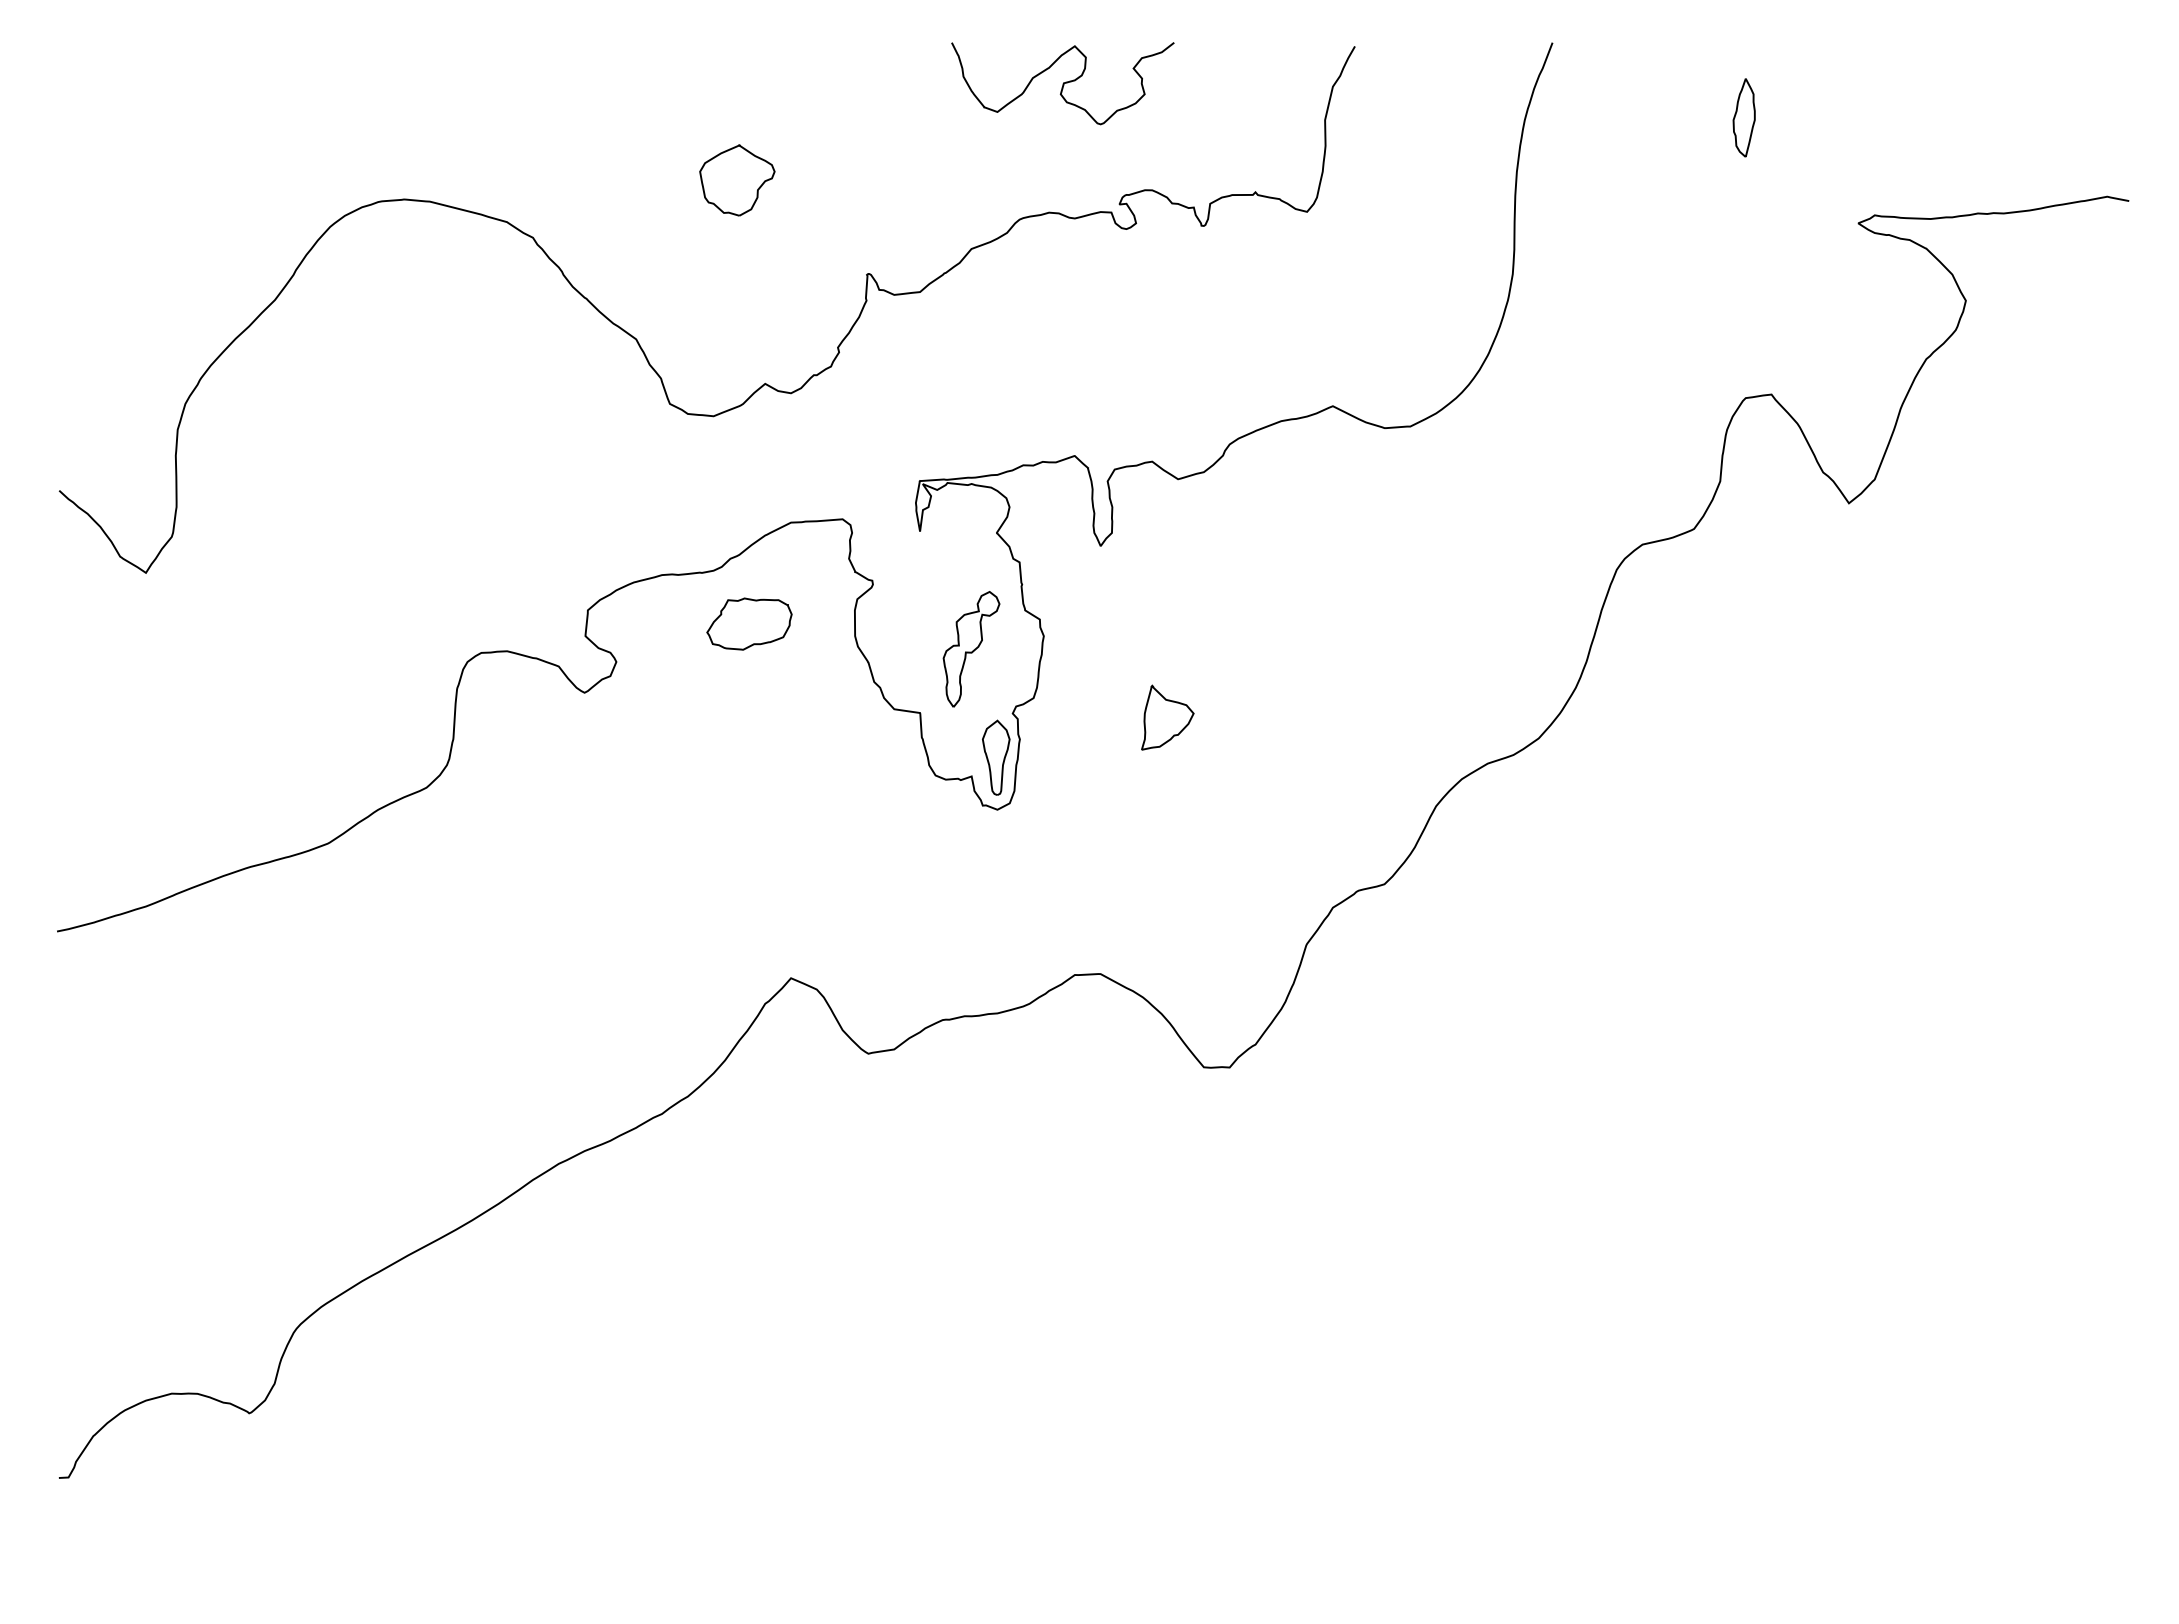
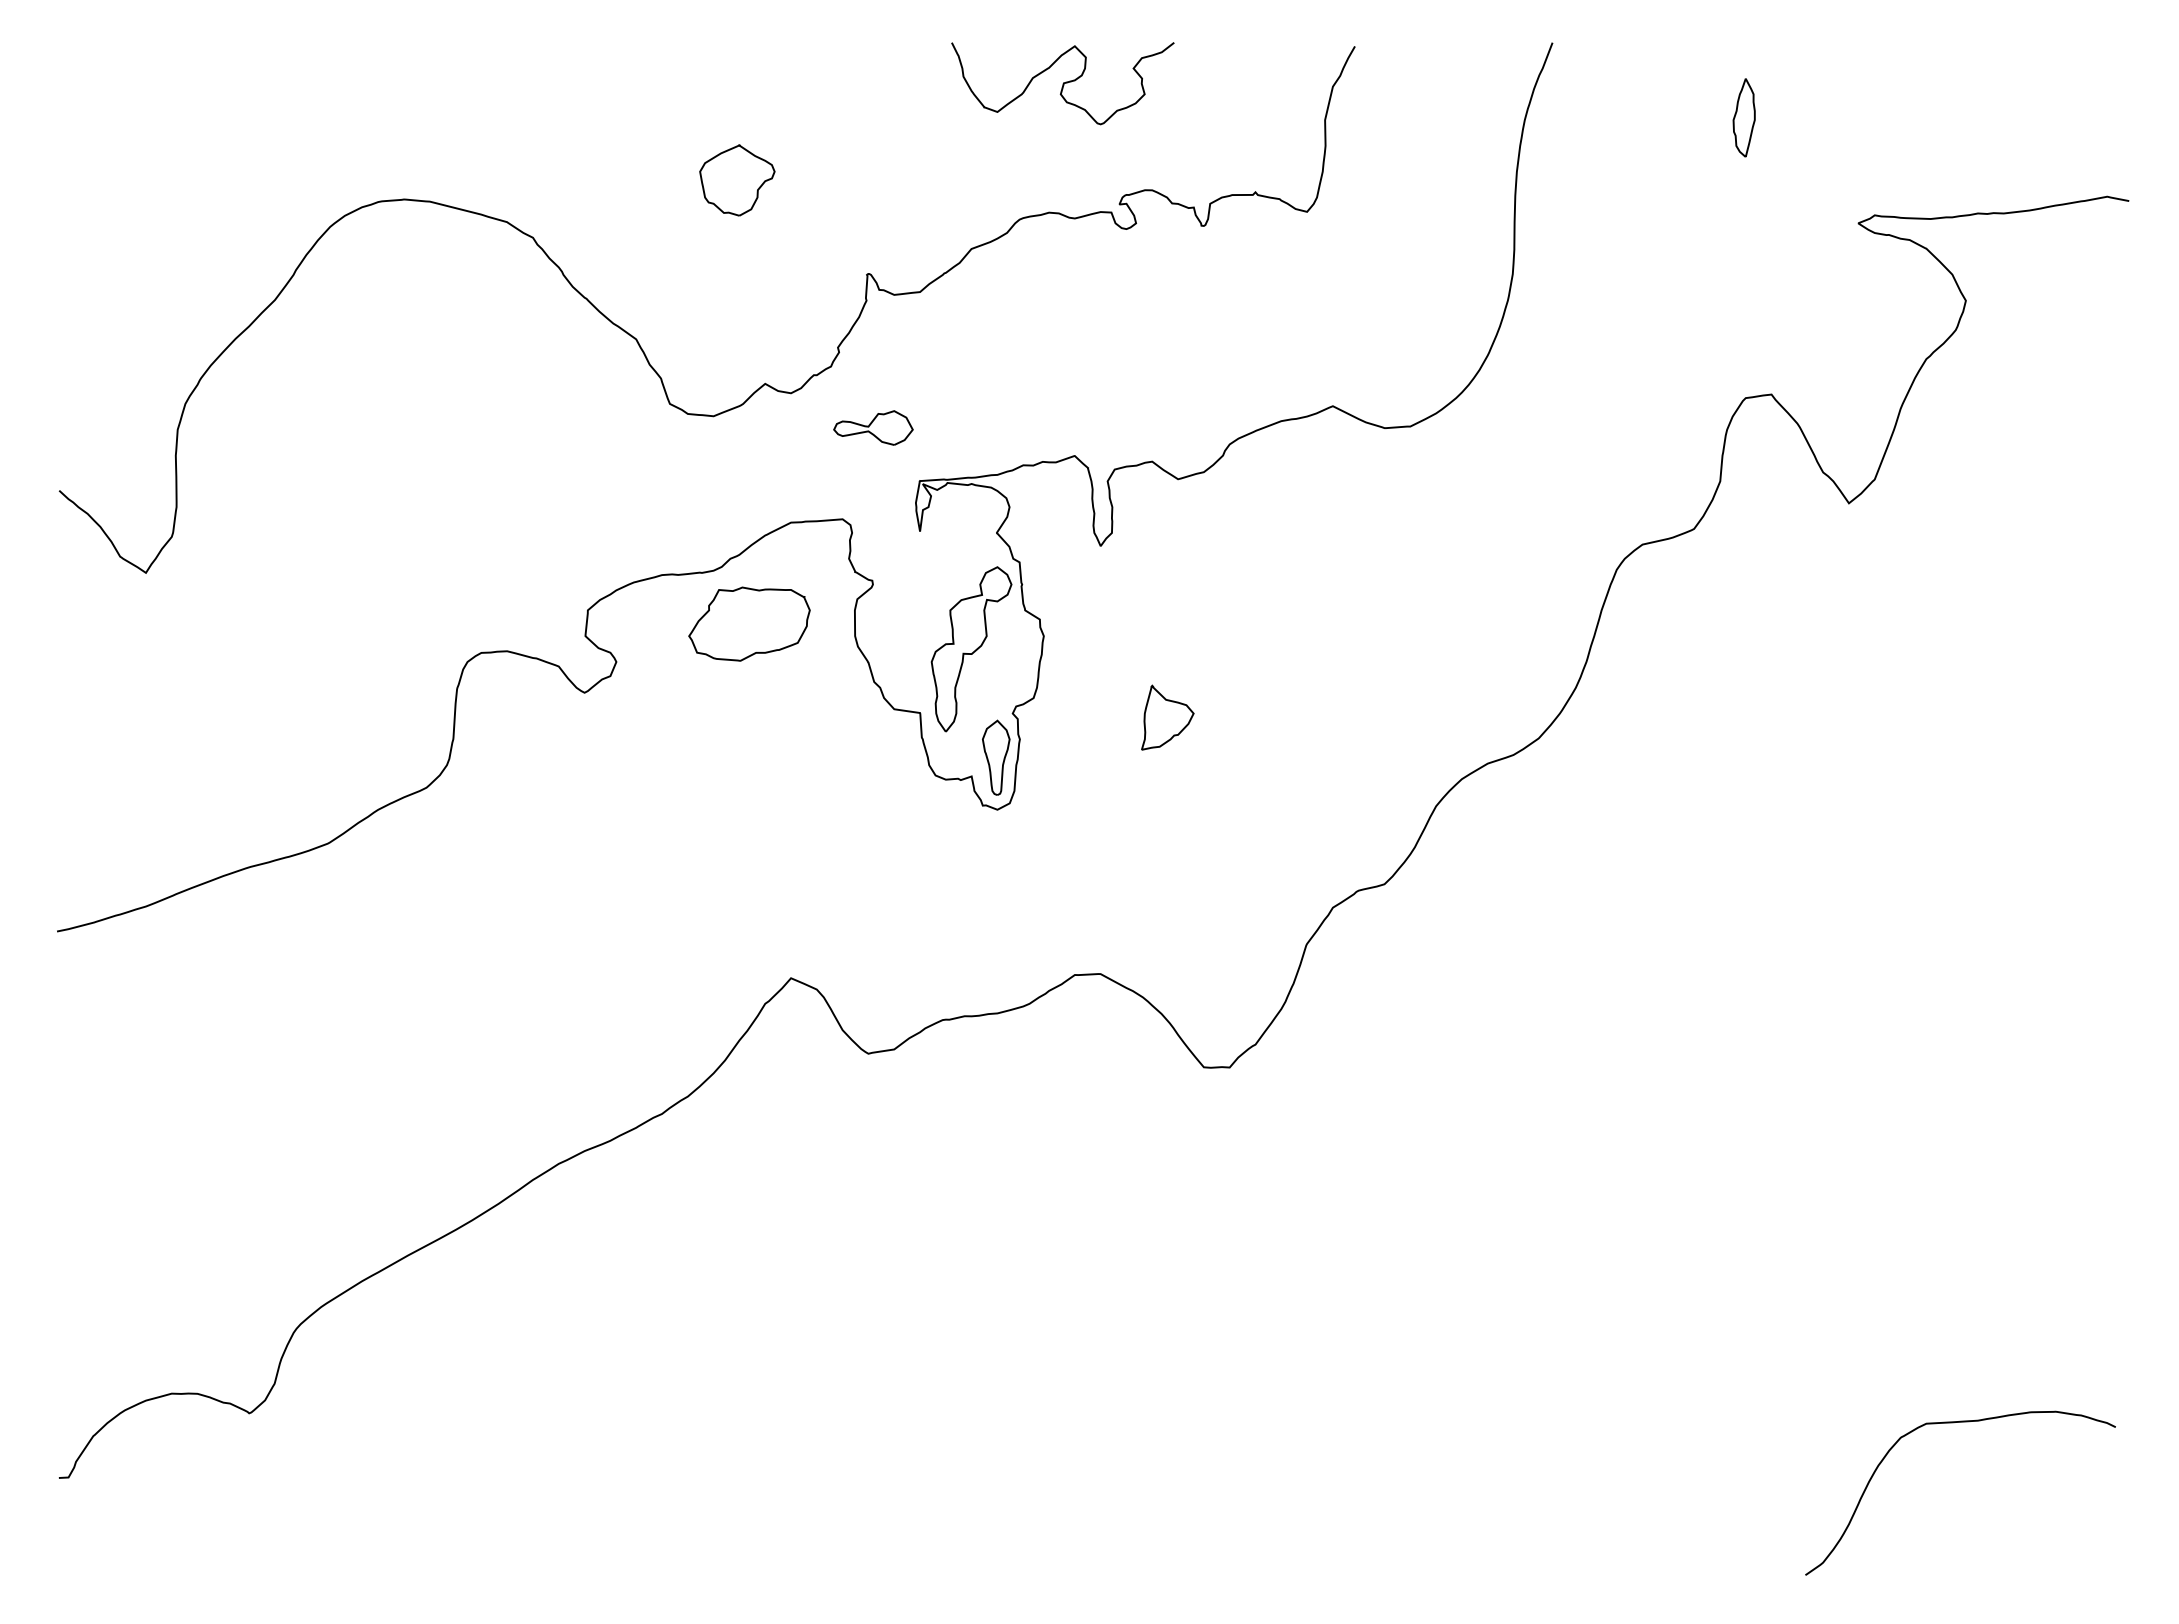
part at (873, 427): none -> present
part at (749, 623) size: 87x54 px -> 123x76 px
part at (971, 649) size: 59x117 px -> 83x167 px
curve at (1954, 1423): none -> present
